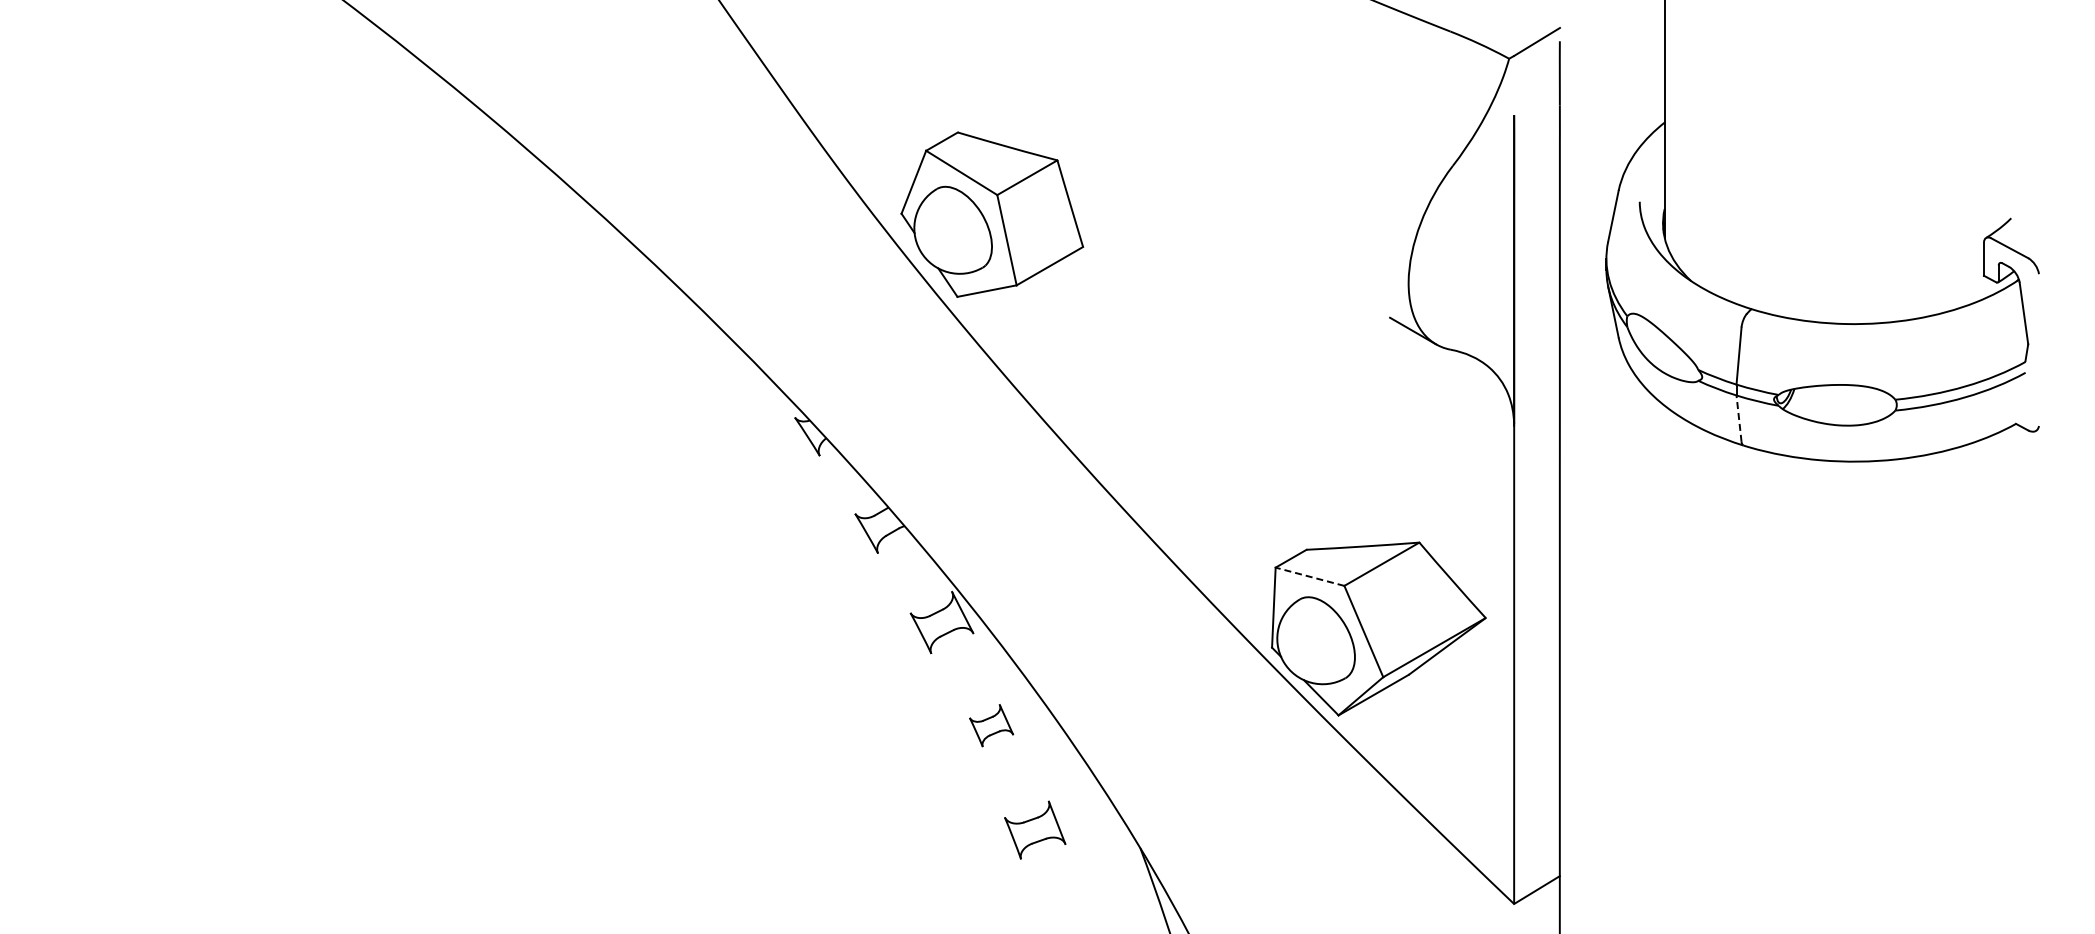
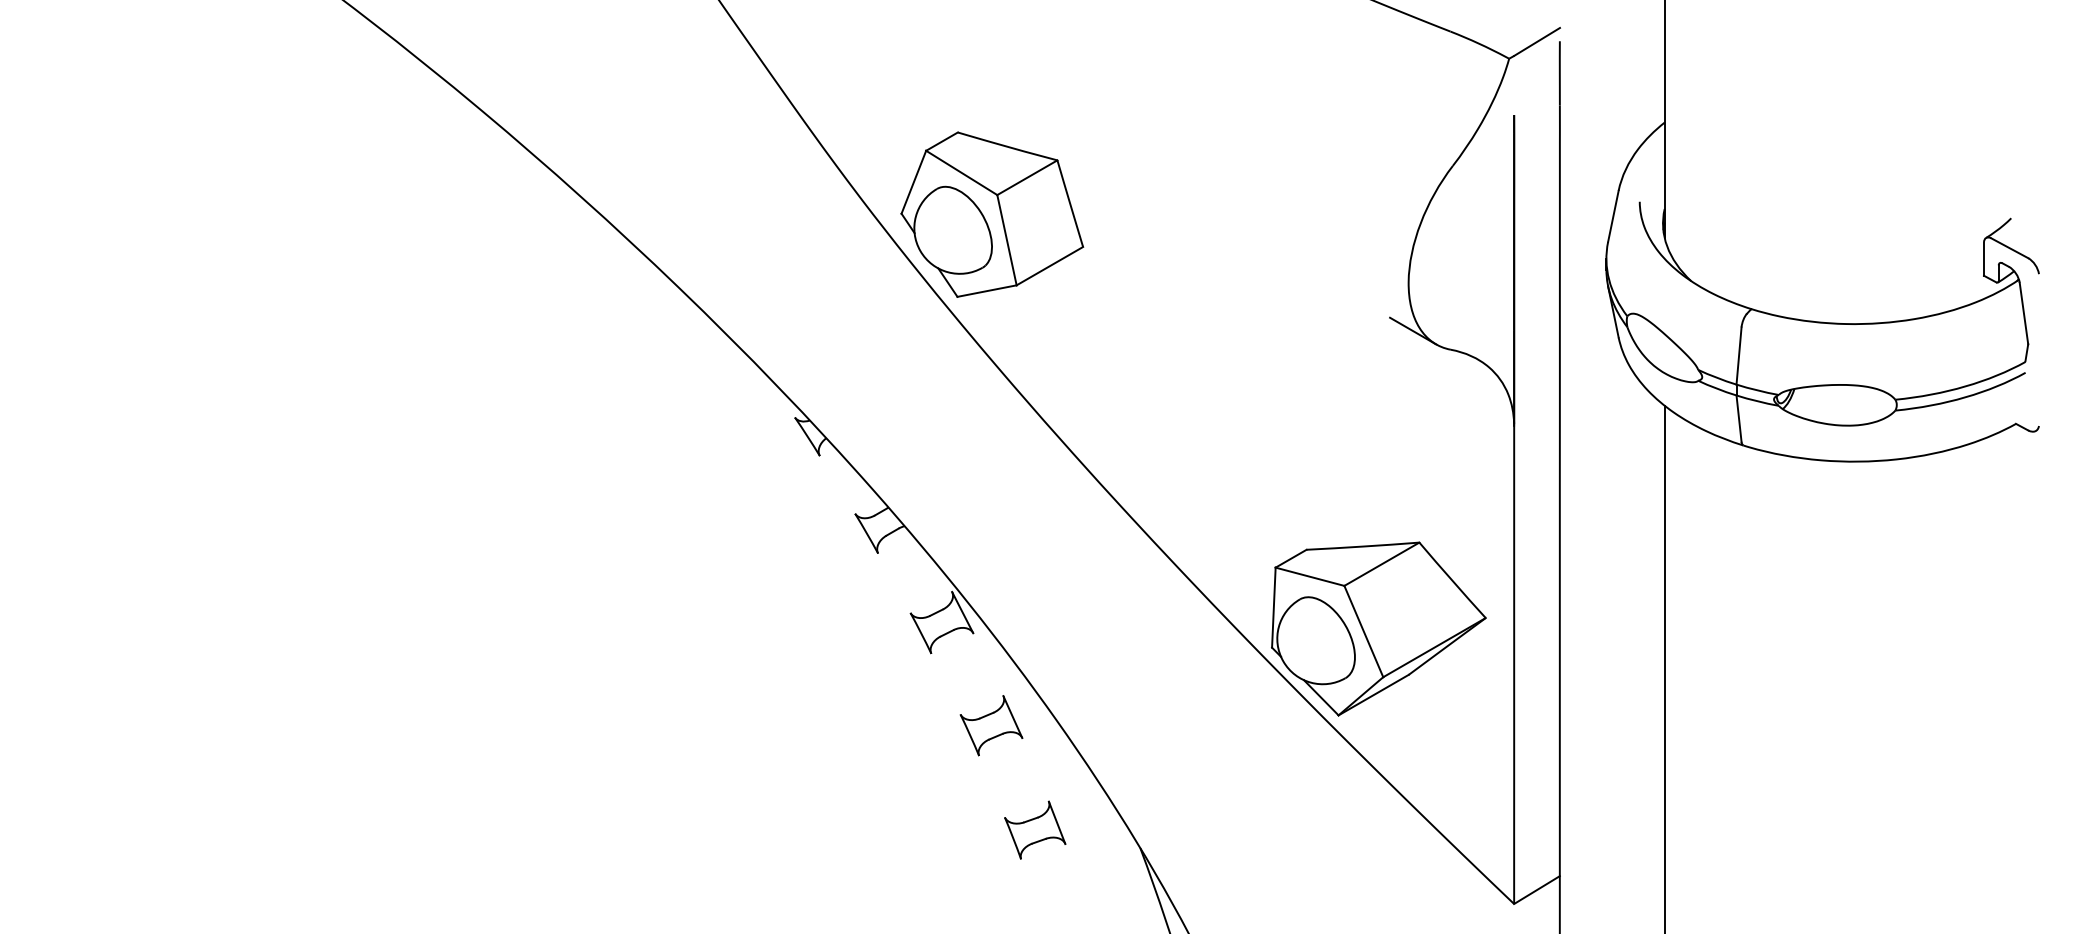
line at (1738, 418): dashed -> solid
line at (1310, 576): dashed -> solid
line at (1664, 667): none -> present
part at (991, 725) size: 46x44 px -> 65x62 px
